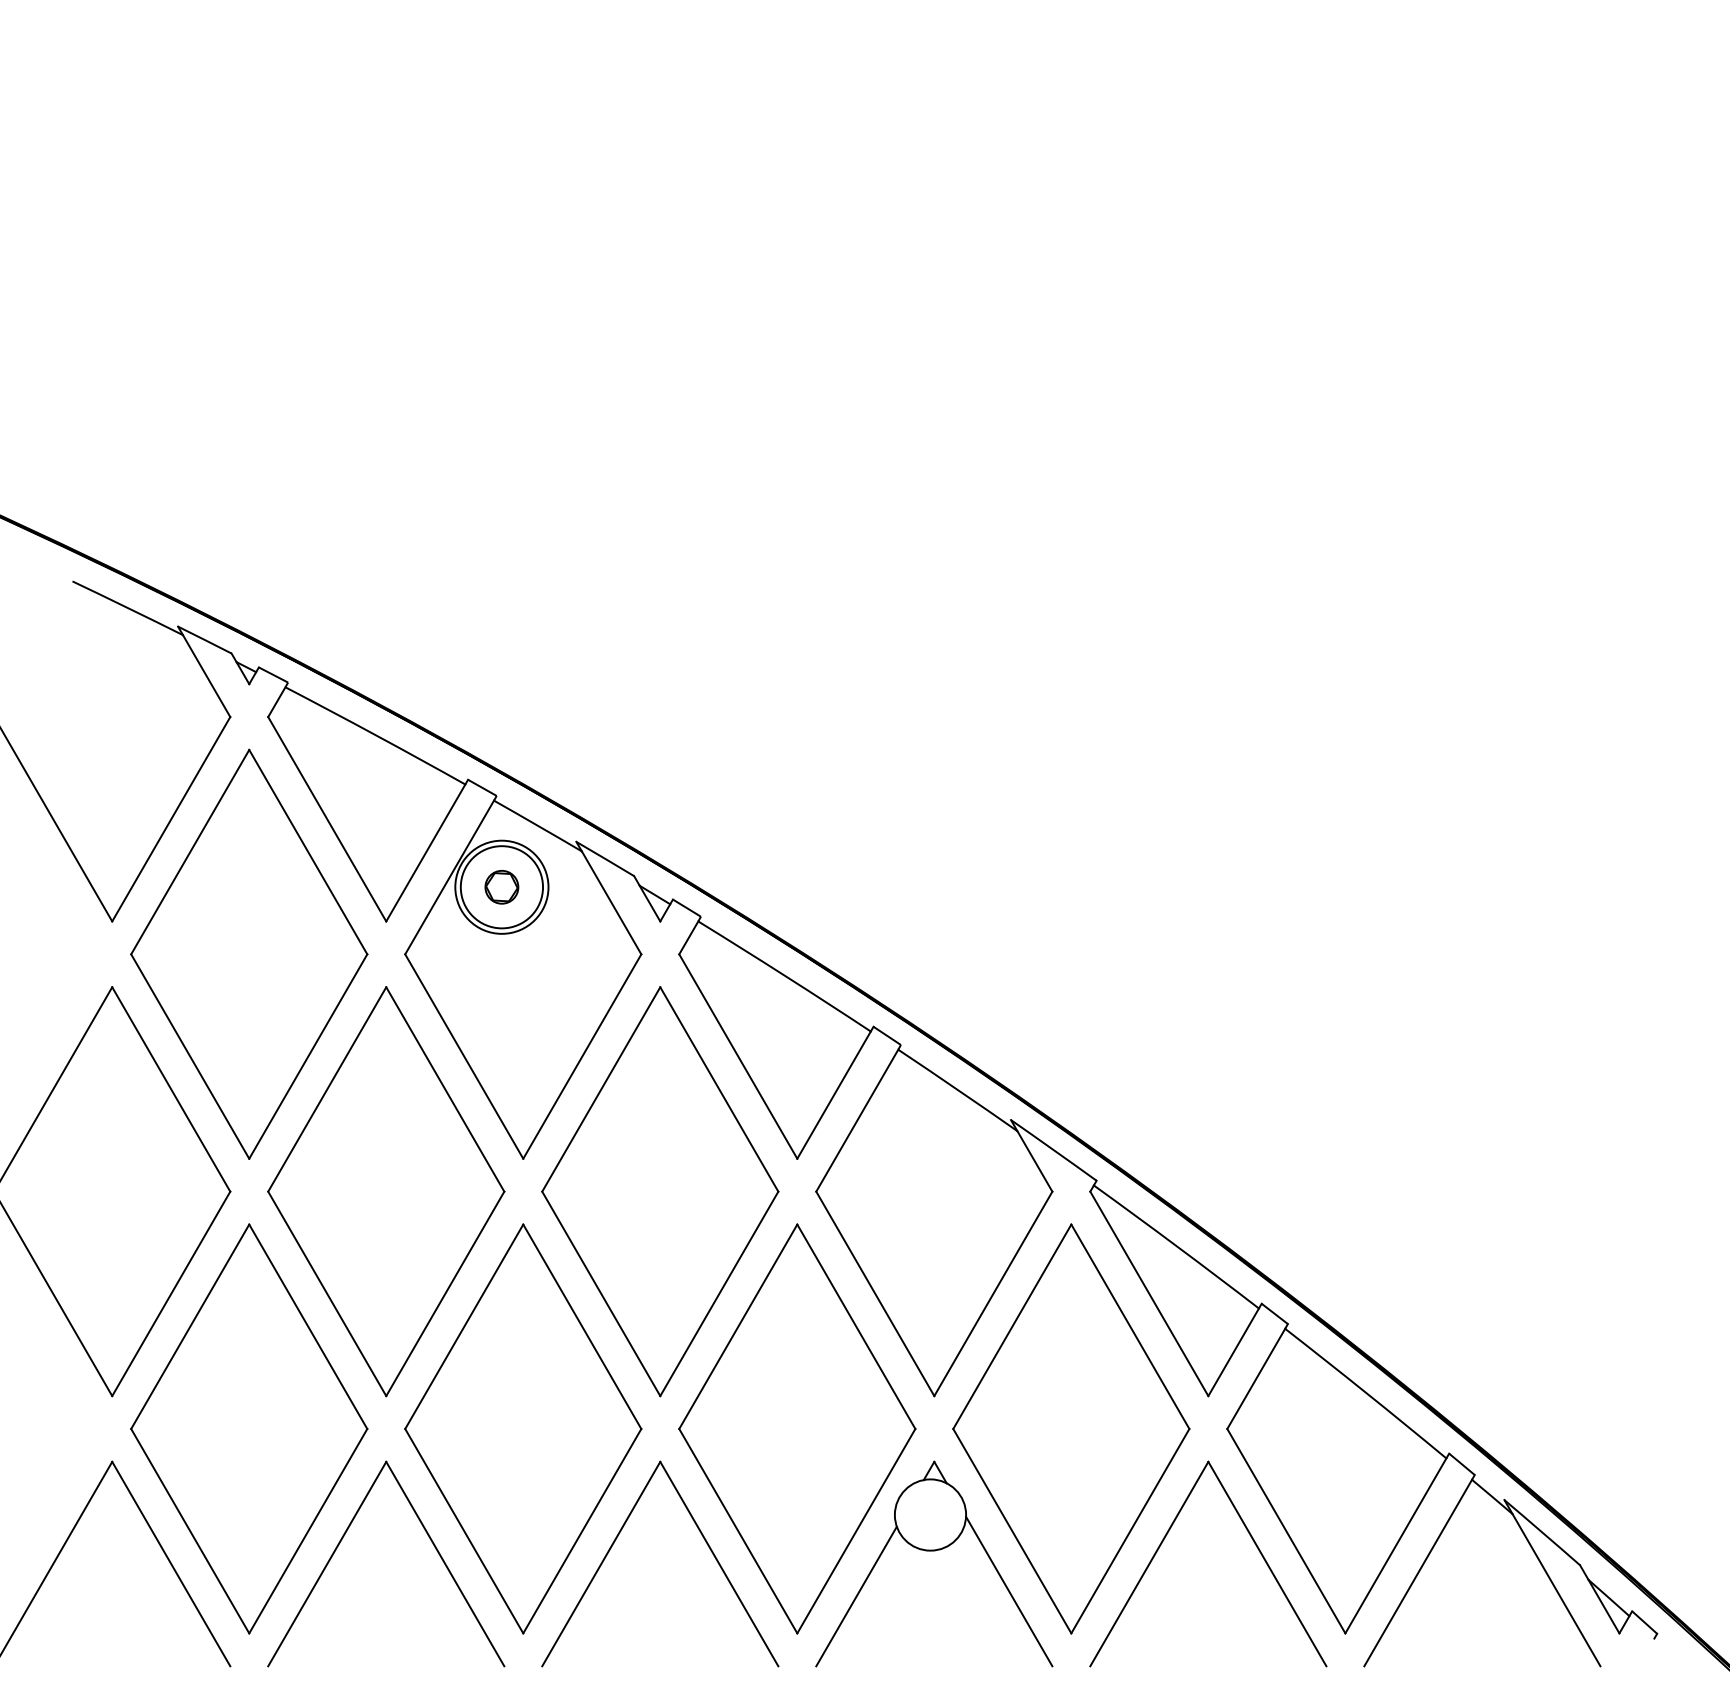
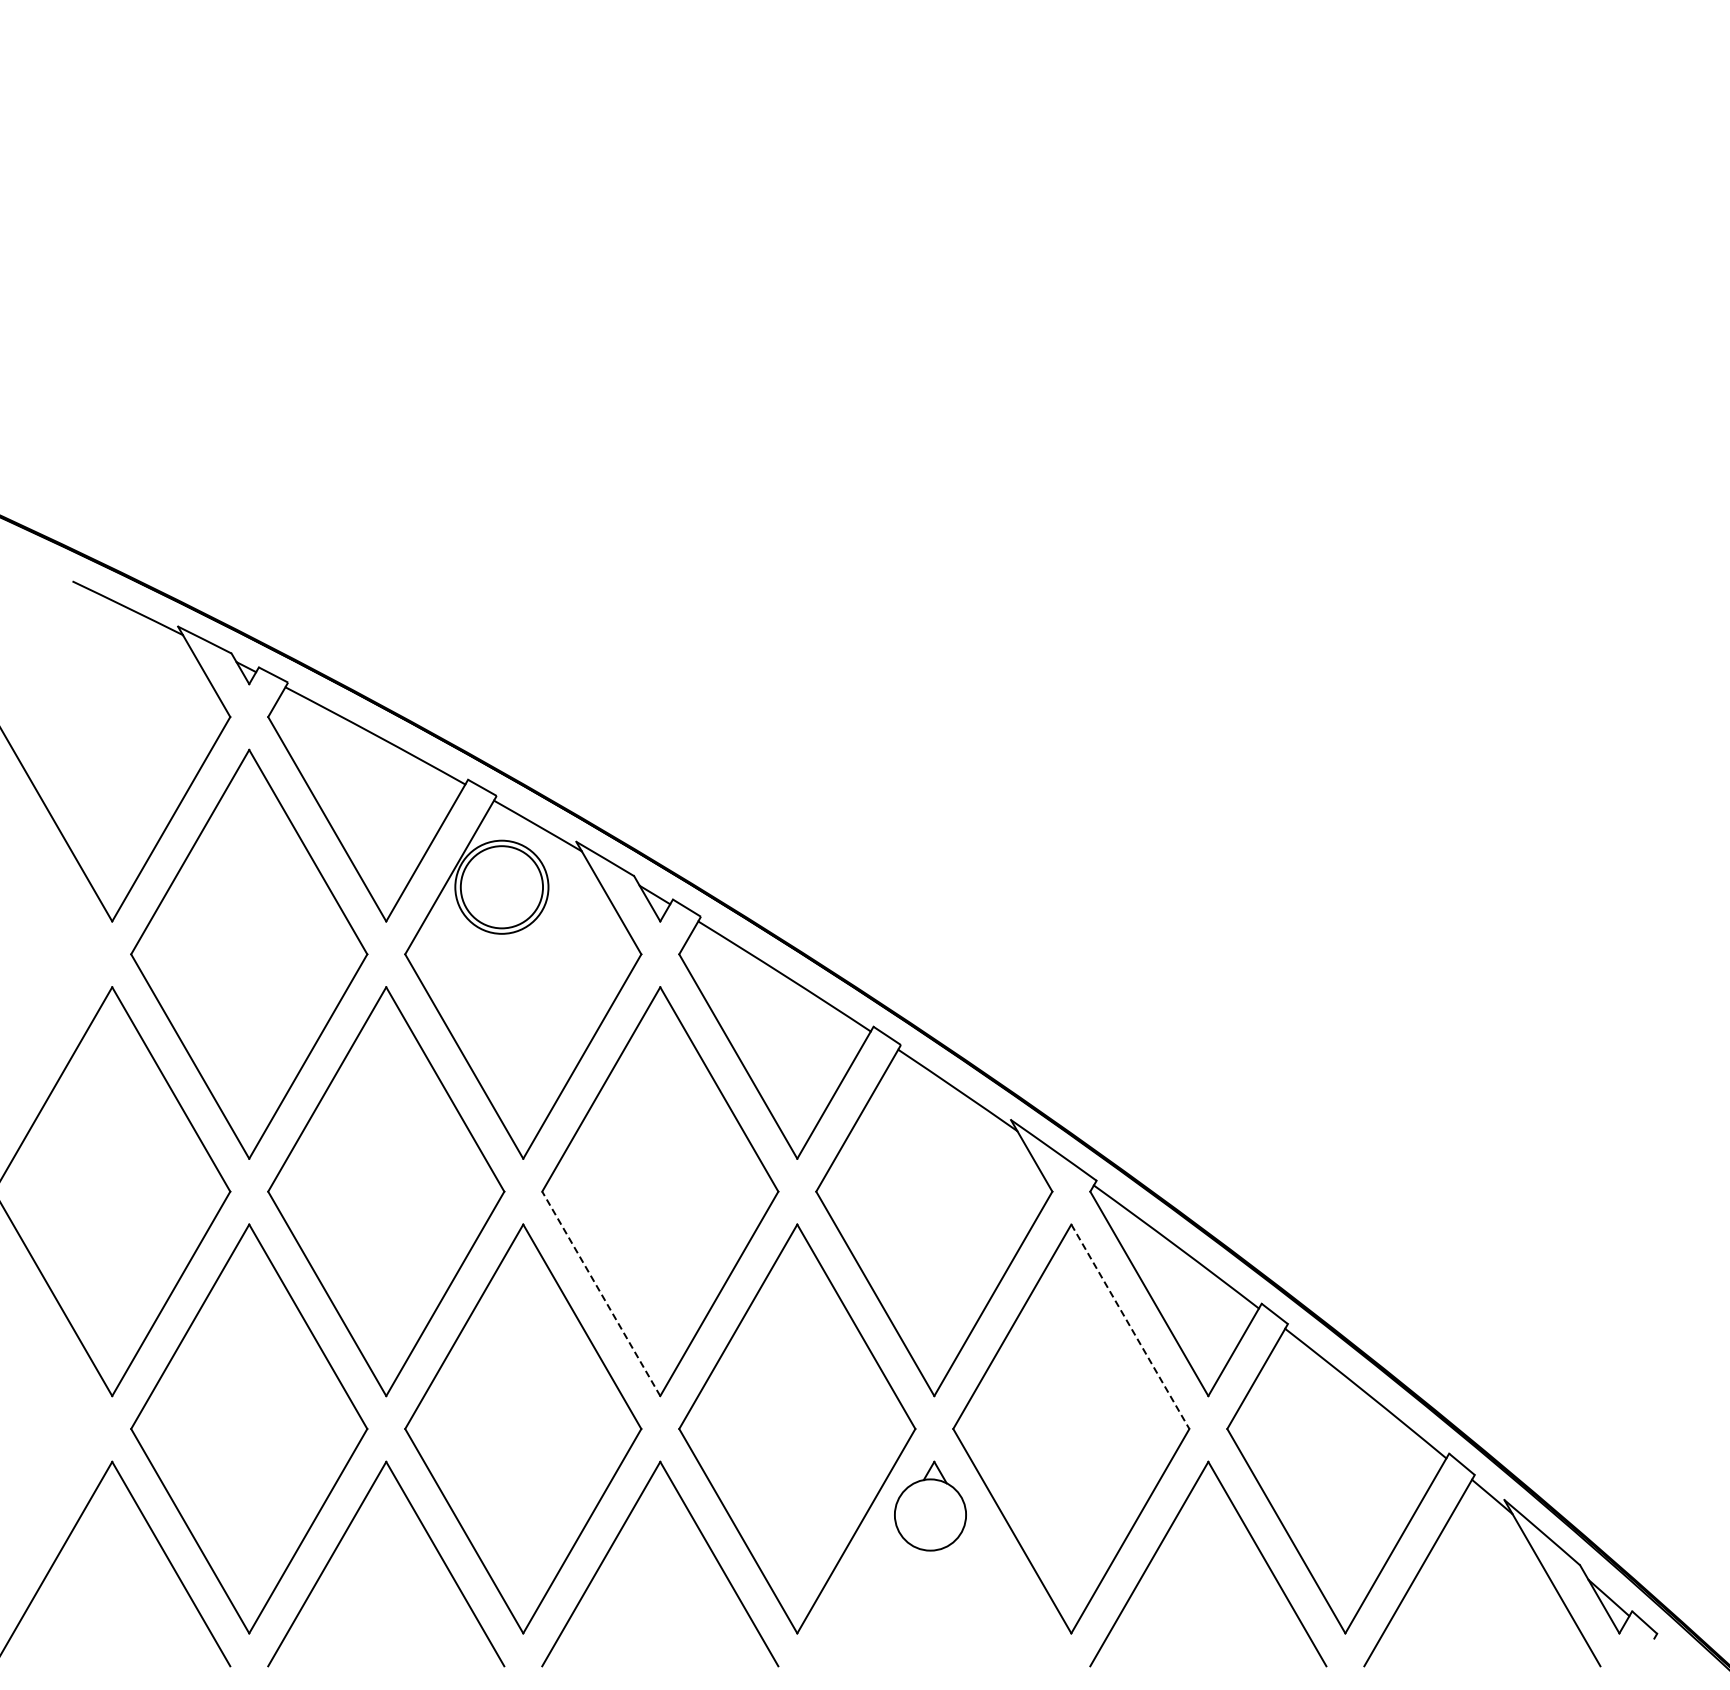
part at (501, 887): present -> none
line at (601, 1293): solid -> dashed
line at (1130, 1327): solid -> dashed
line at (1009, 1591): present -> none
line at (856, 1596): present -> none
